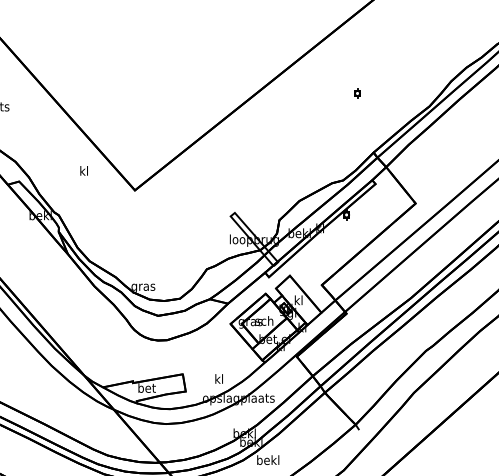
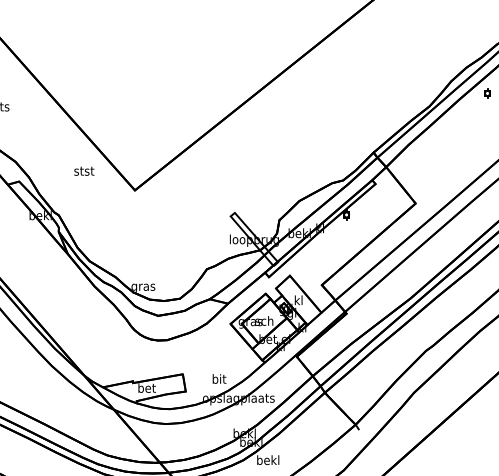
part at (357, 93) position: (357, 93) -> (487, 93)
text at (84, 170): kl -> stst
text at (219, 378): kl -> bit
